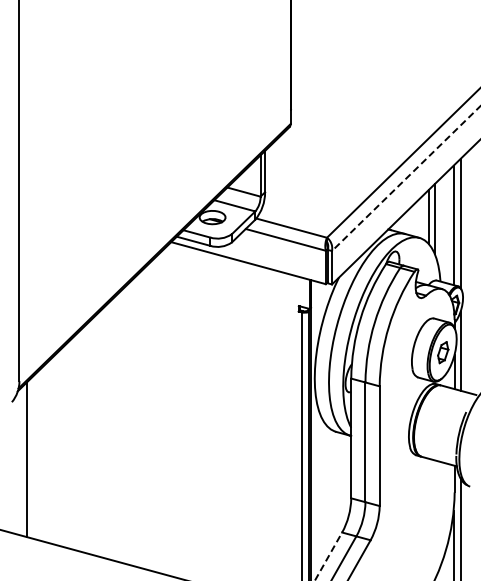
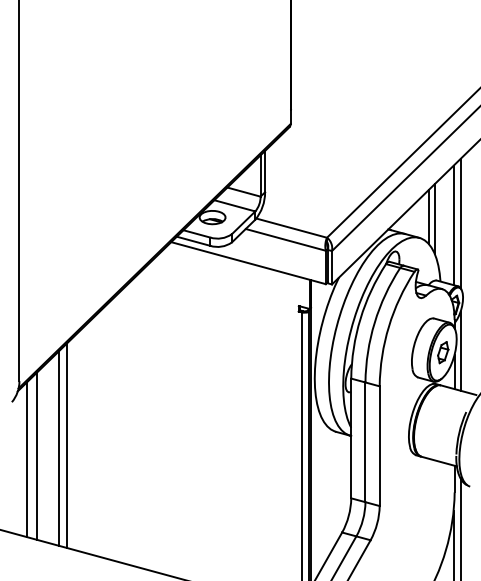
line at (406, 178): dashed -> solid
line at (67, 445): none -> present
line at (58, 448): none -> present
line at (36, 456): none -> present
line at (328, 555): dashed -> solid
